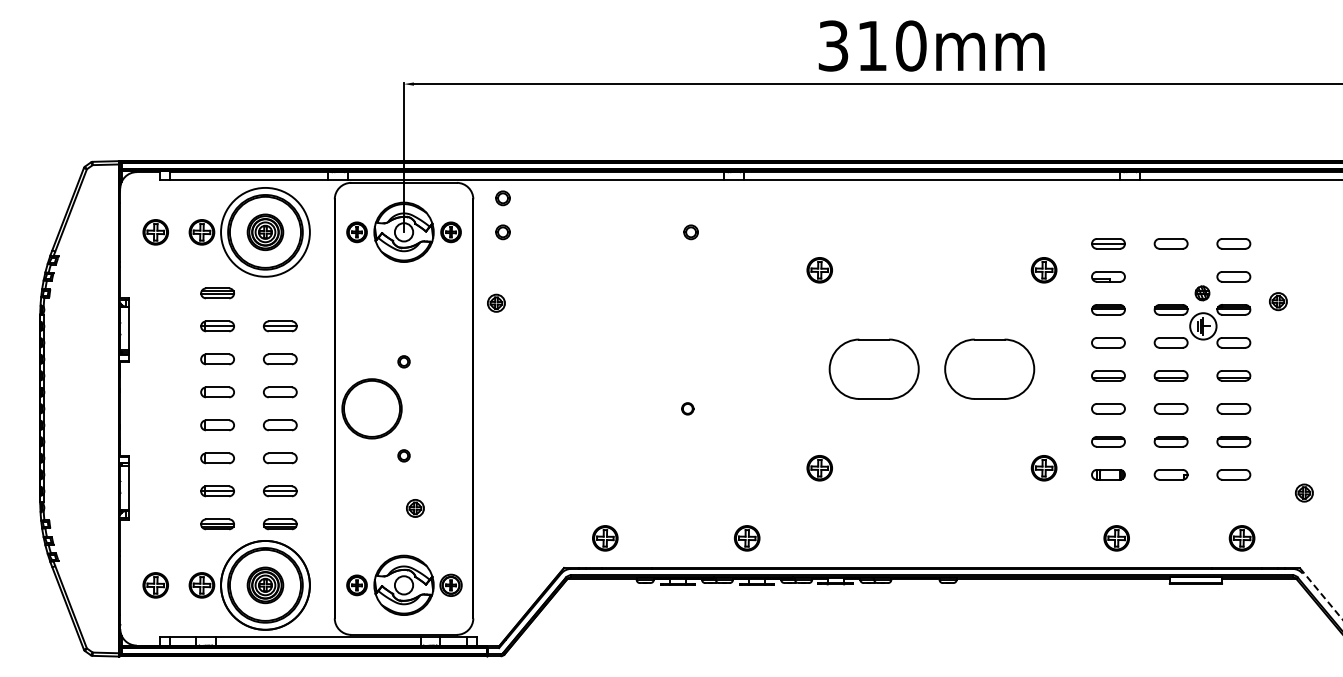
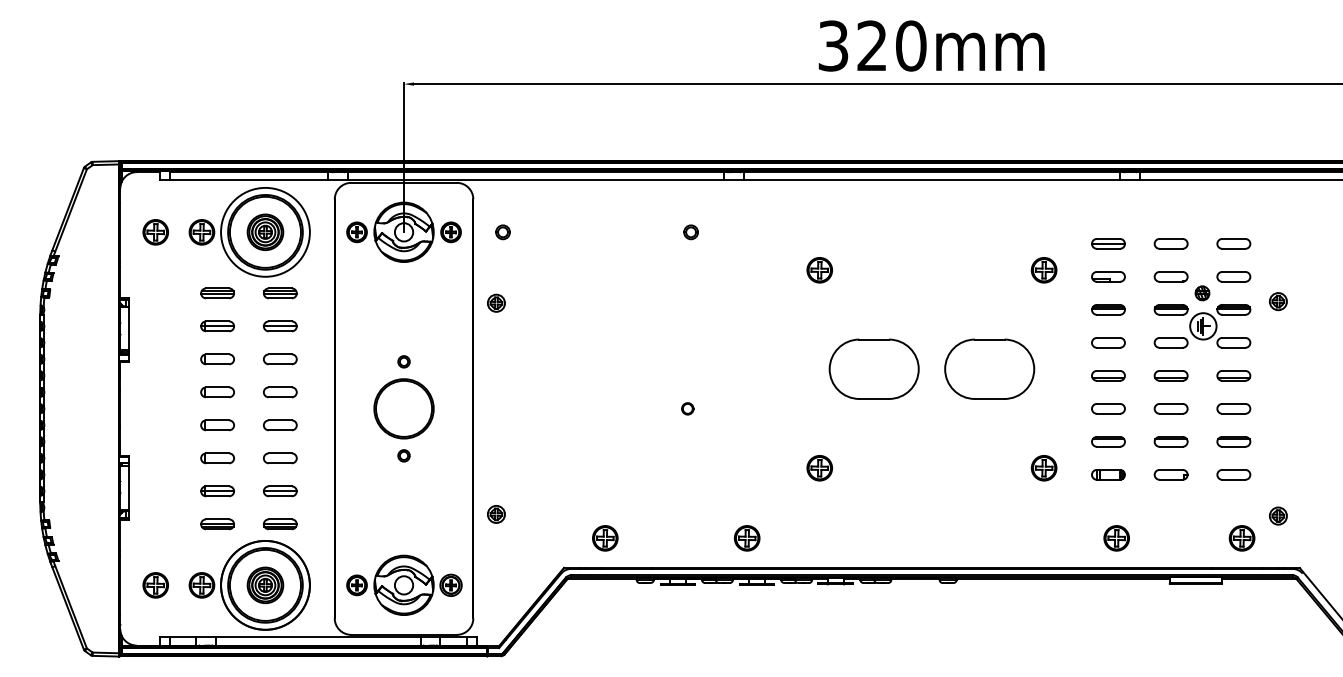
text at (871, 45): 310mm -> 320mm
part at (502, 198): present -> none
part at (1170, 276): none -> present
part at (280, 293): none -> present
part at (371, 408) position: (371, 408) -> (403, 408)
part at (1304, 492) position: (1304, 492) -> (1278, 515)
part at (415, 508) position: (415, 508) -> (496, 514)
line at (1321, 594): dashed -> solid
